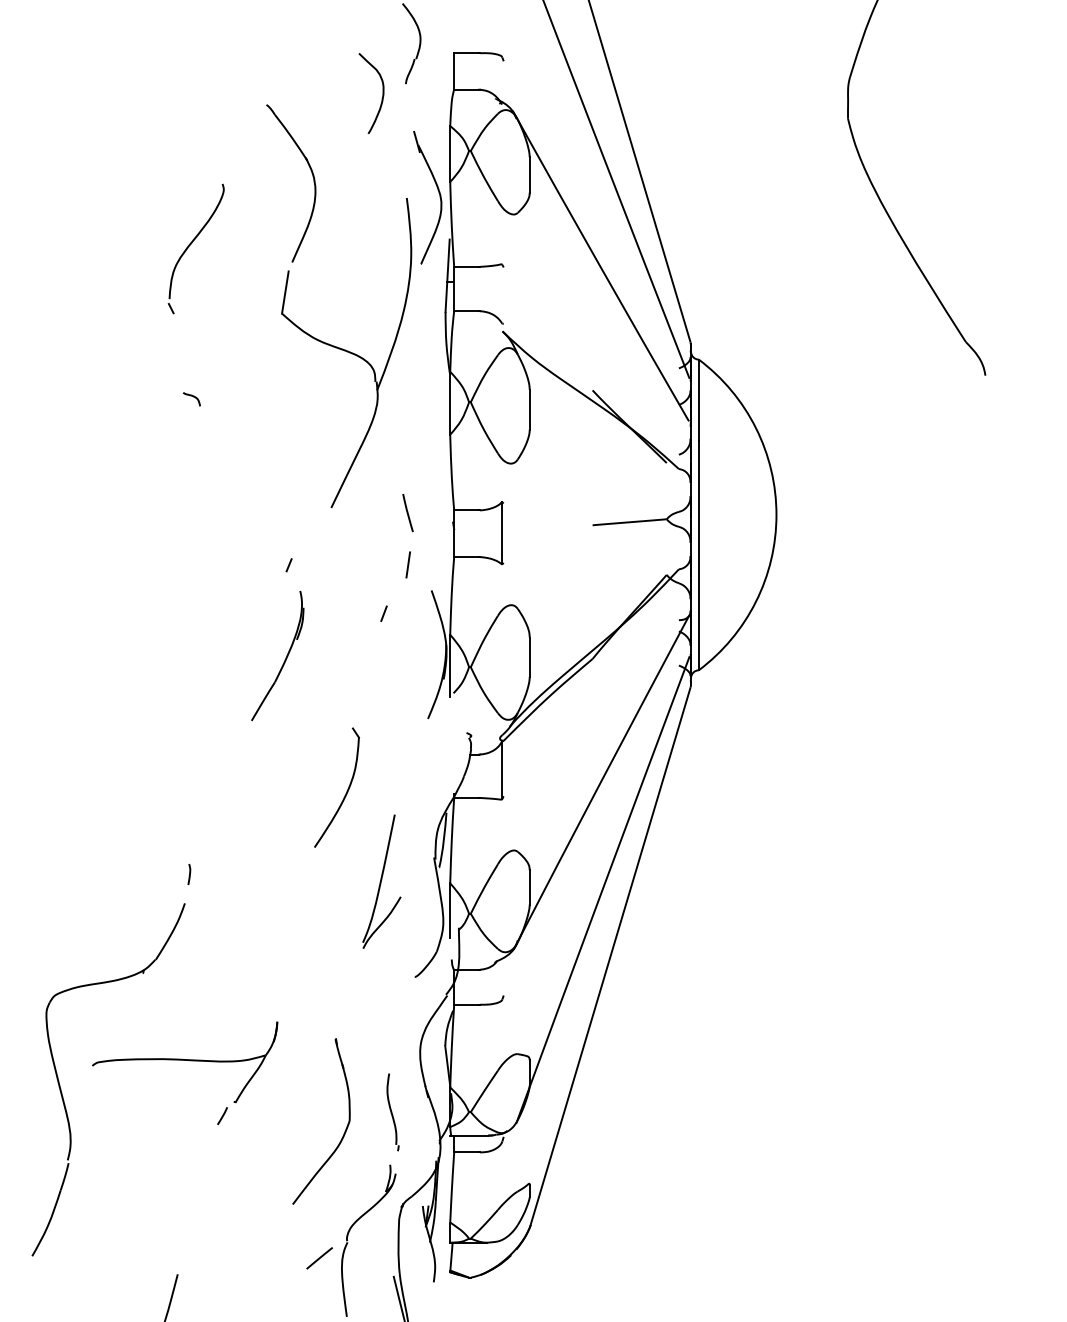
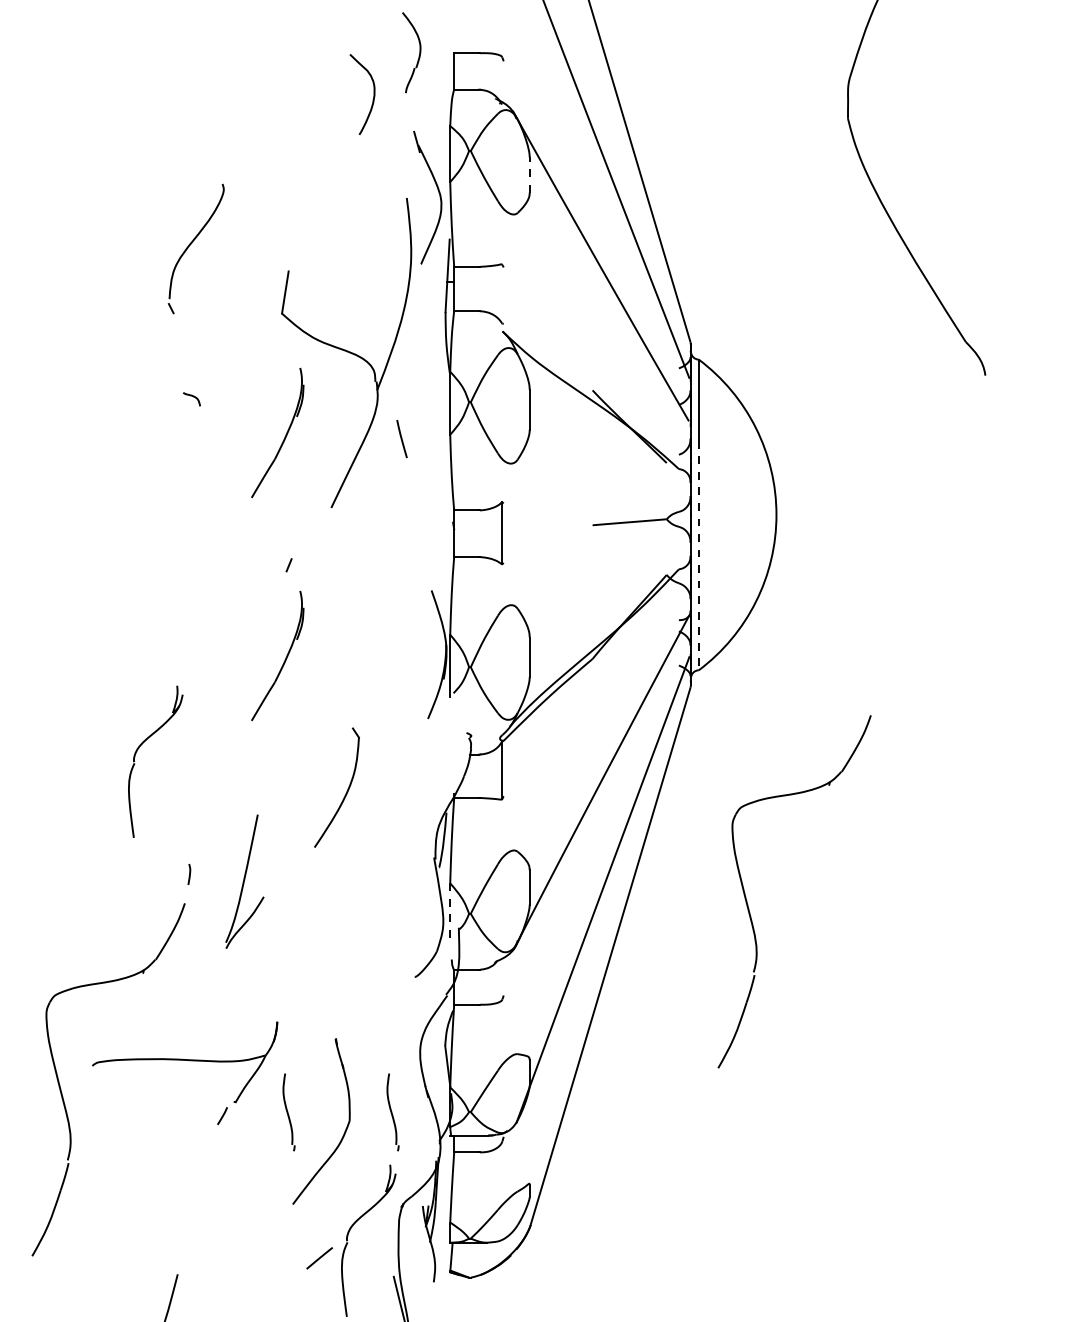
part at (418, 46) position: (418, 46) -> (418, 55)
curve at (382, 93) position: (382, 93) -> (373, 94)
line at (529, 175): solid -> dashed
part at (313, 182): present -> none
part at (284, 436): none -> present
line at (407, 513) position: (407, 513) -> (401, 439)
line at (698, 555): solid -> dashed
line at (408, 564): present -> none
line at (383, 613): present -> none
part at (135, 763): none -> present
part at (381, 881) position: (381, 881) -> (244, 881)
part at (748, 904): none -> present
line at (450, 909): solid -> dashed
part at (288, 1112): none -> present
